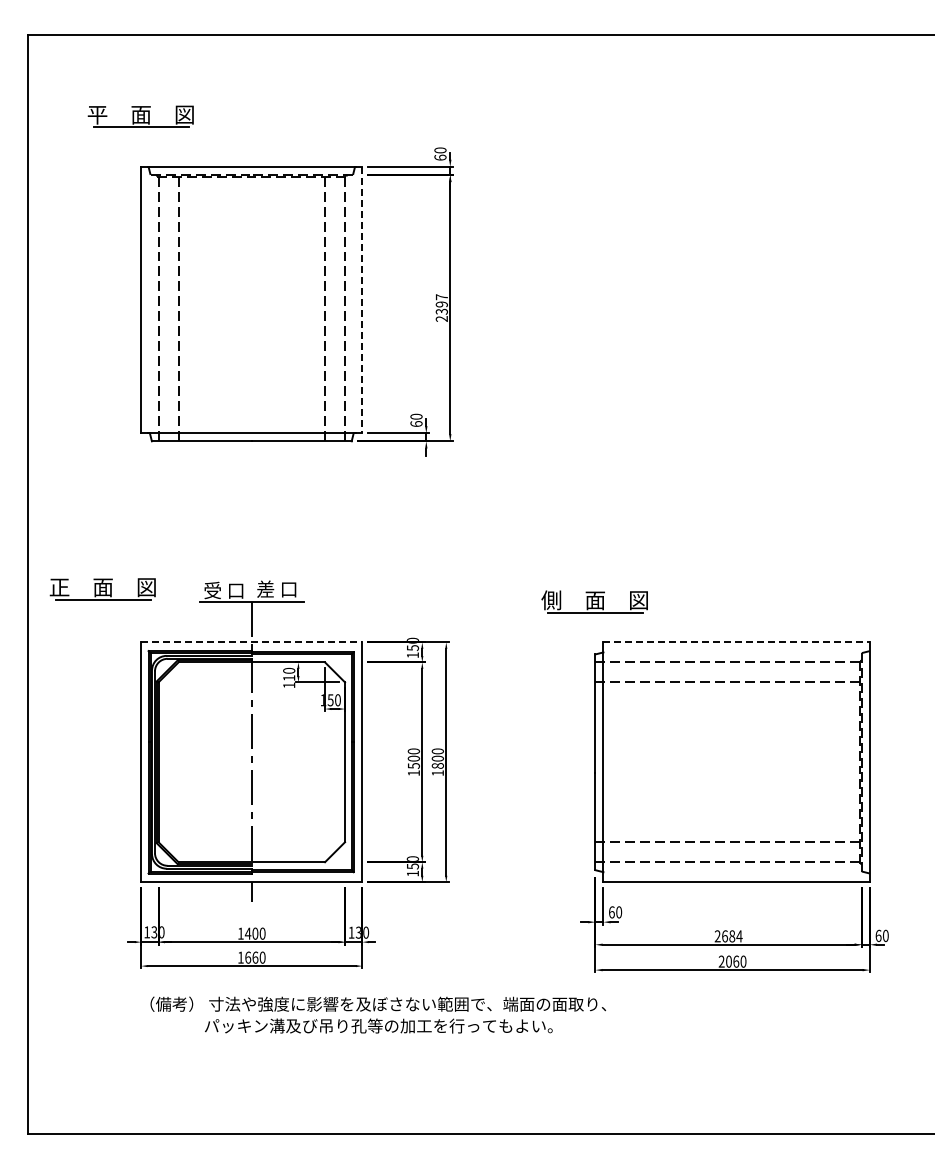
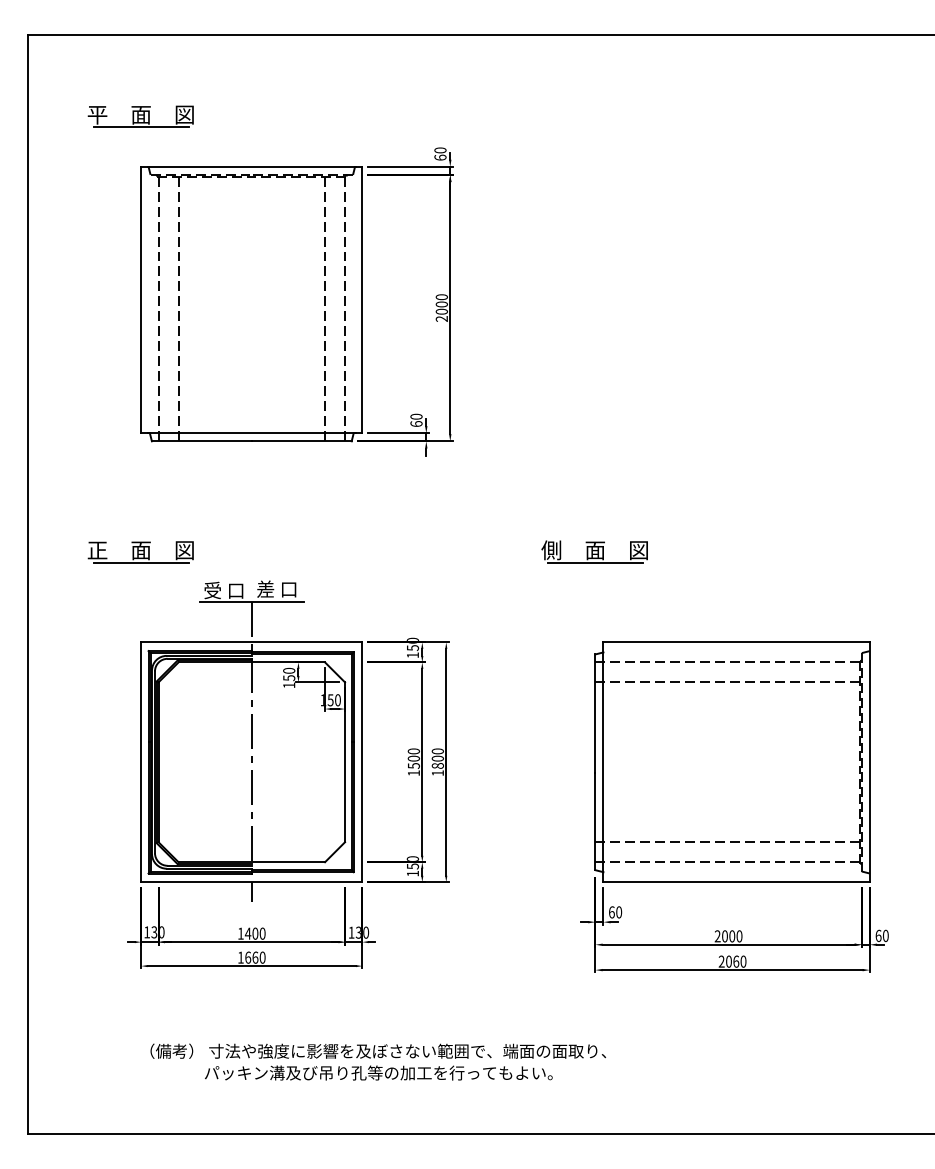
line at (362, 300): dashed -> solid
text at (441, 304): 2397 -> 2000
part at (102, 589) position: (102, 589) -> (140, 552)
part at (594, 601) position: (594, 601) -> (594, 551)
line at (251, 642): dashed -> solid
line at (737, 642): dashed -> solid
text at (289, 678): 110 -> 150
text at (732, 936): 2684 -> 2000
text at (377, 1014) position: (377, 1014) -> (377, 1061)
